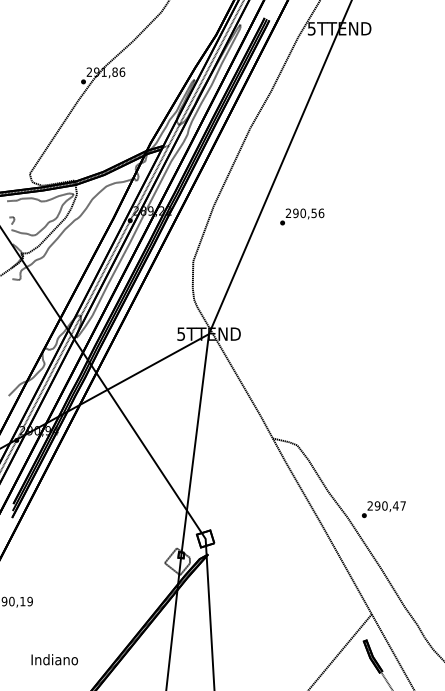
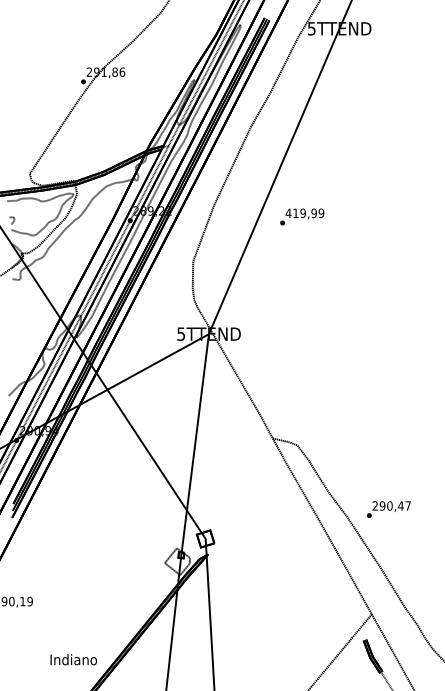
text at (304, 213): 290,56 -> 419,99
text at (383, 509) position: (383, 509) -> (388, 509)
text at (54, 659) position: (54, 659) -> (73, 659)
